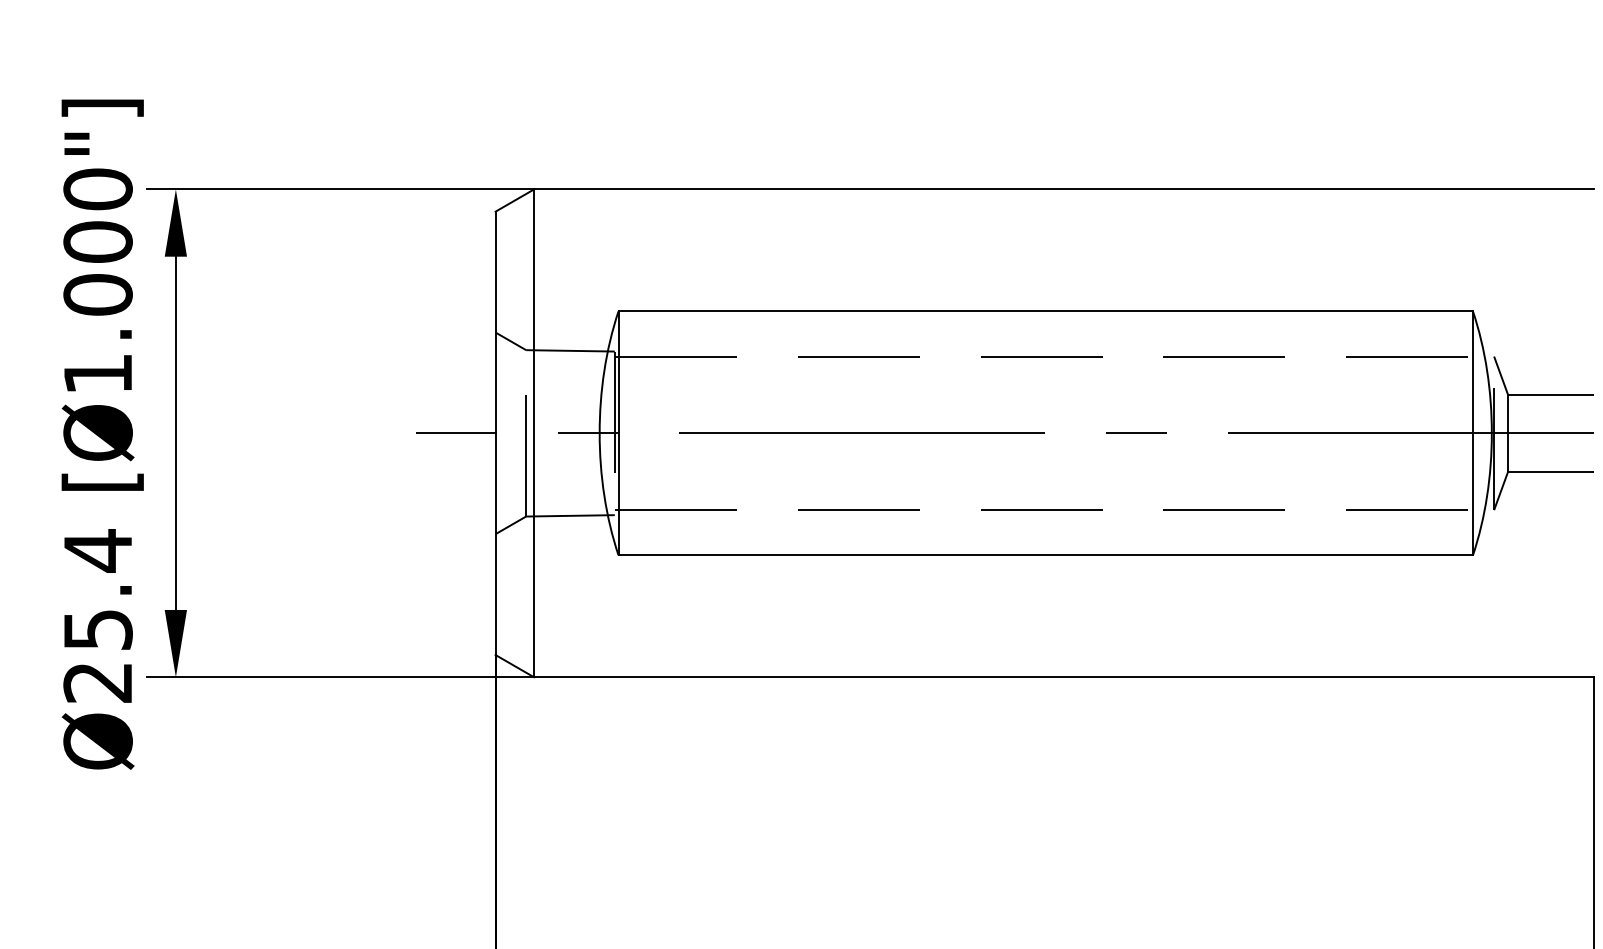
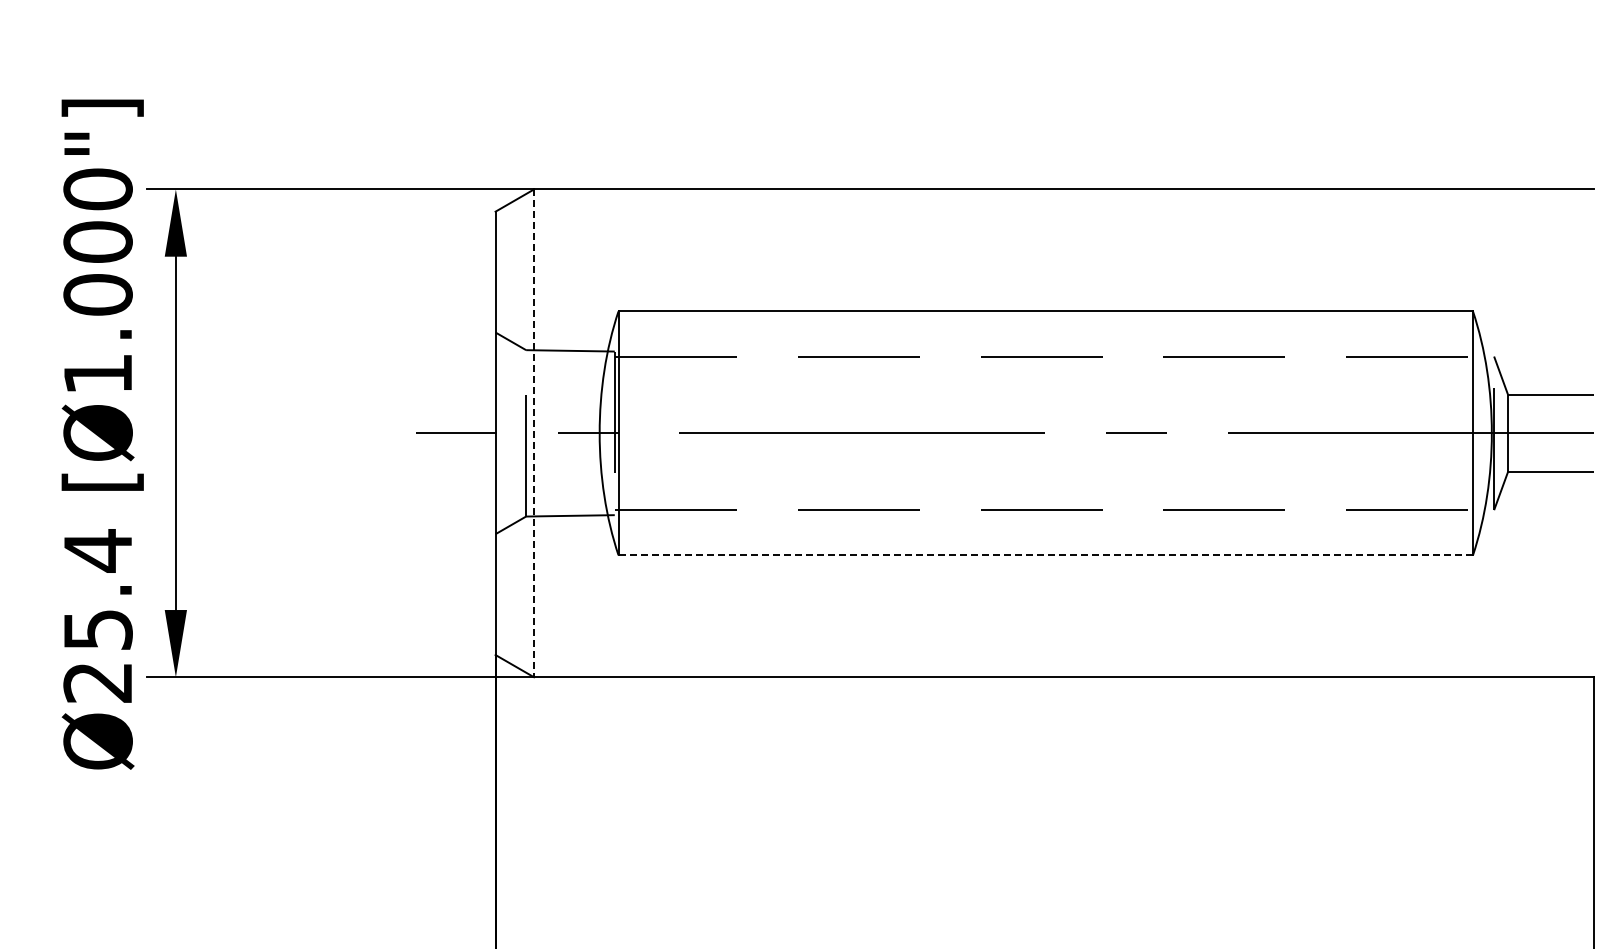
line at (534, 433): solid -> dashed
line at (1045, 555): solid -> dashed
